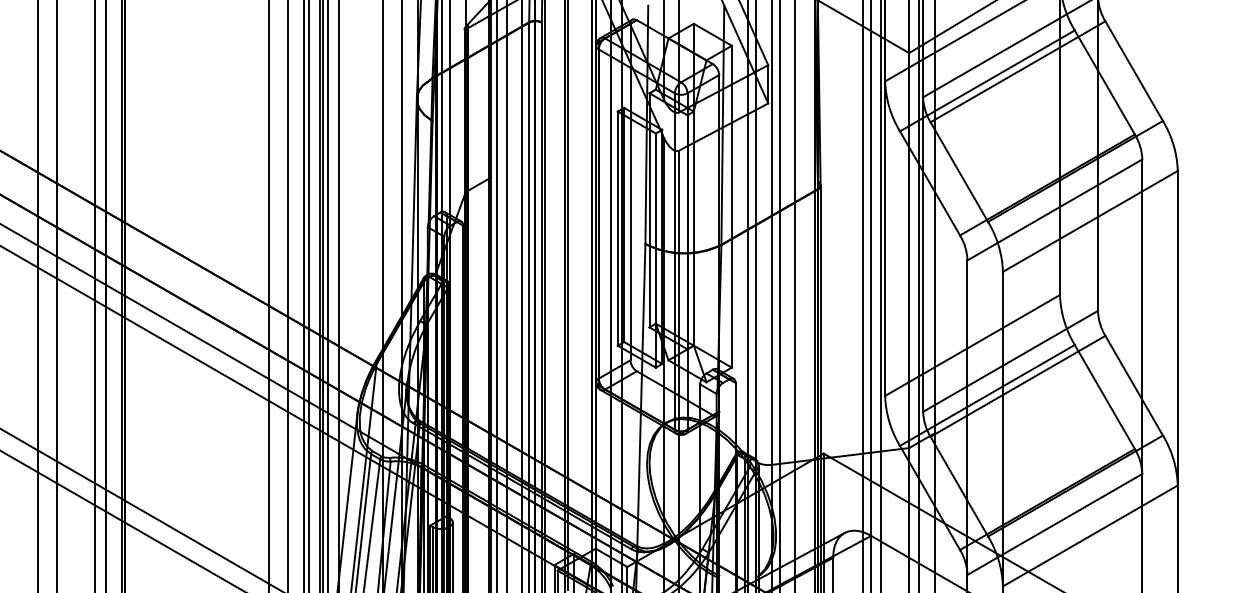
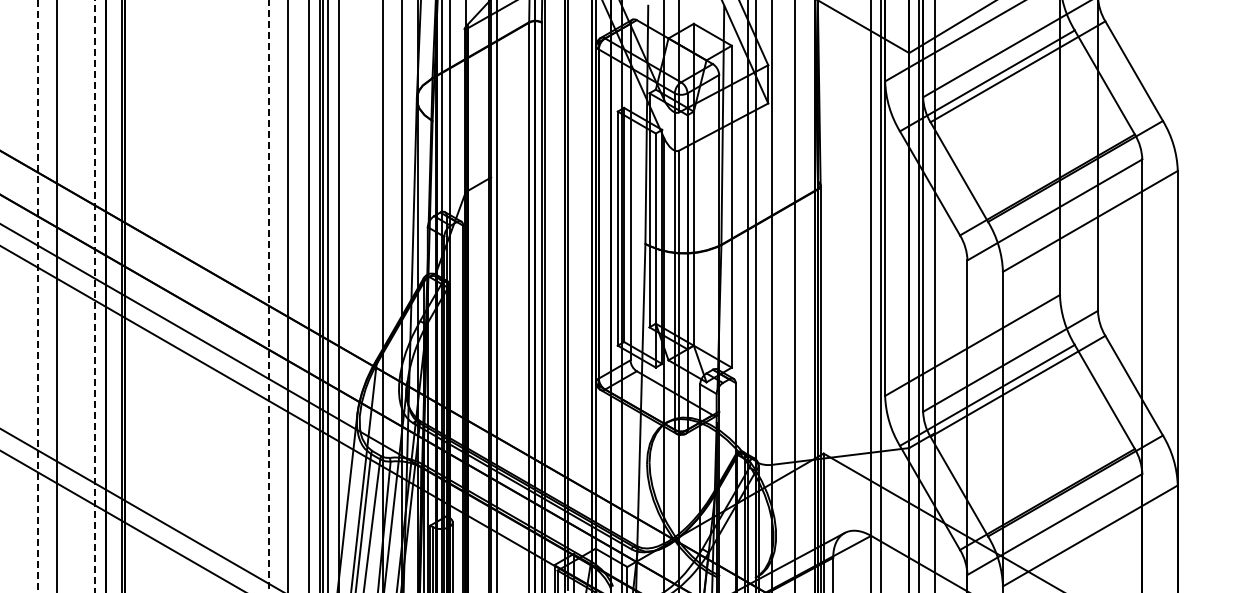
line at (303, 295): present -> none
line at (506, 295): present -> none
line at (522, 295): present -> none
line at (779, 295): present -> none
line at (862, 295): present -> none
line at (95, 296): solid -> dashed
line at (37, 297): solid -> dashed
line at (269, 297): solid -> dashed
